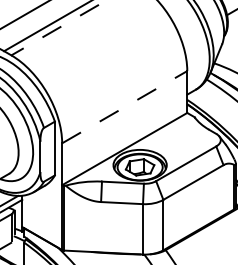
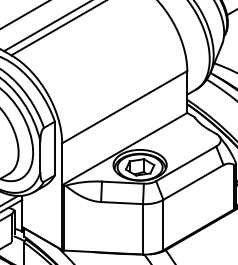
line at (58, 28): dashed -> solid
line at (125, 106): dashed -> solid
